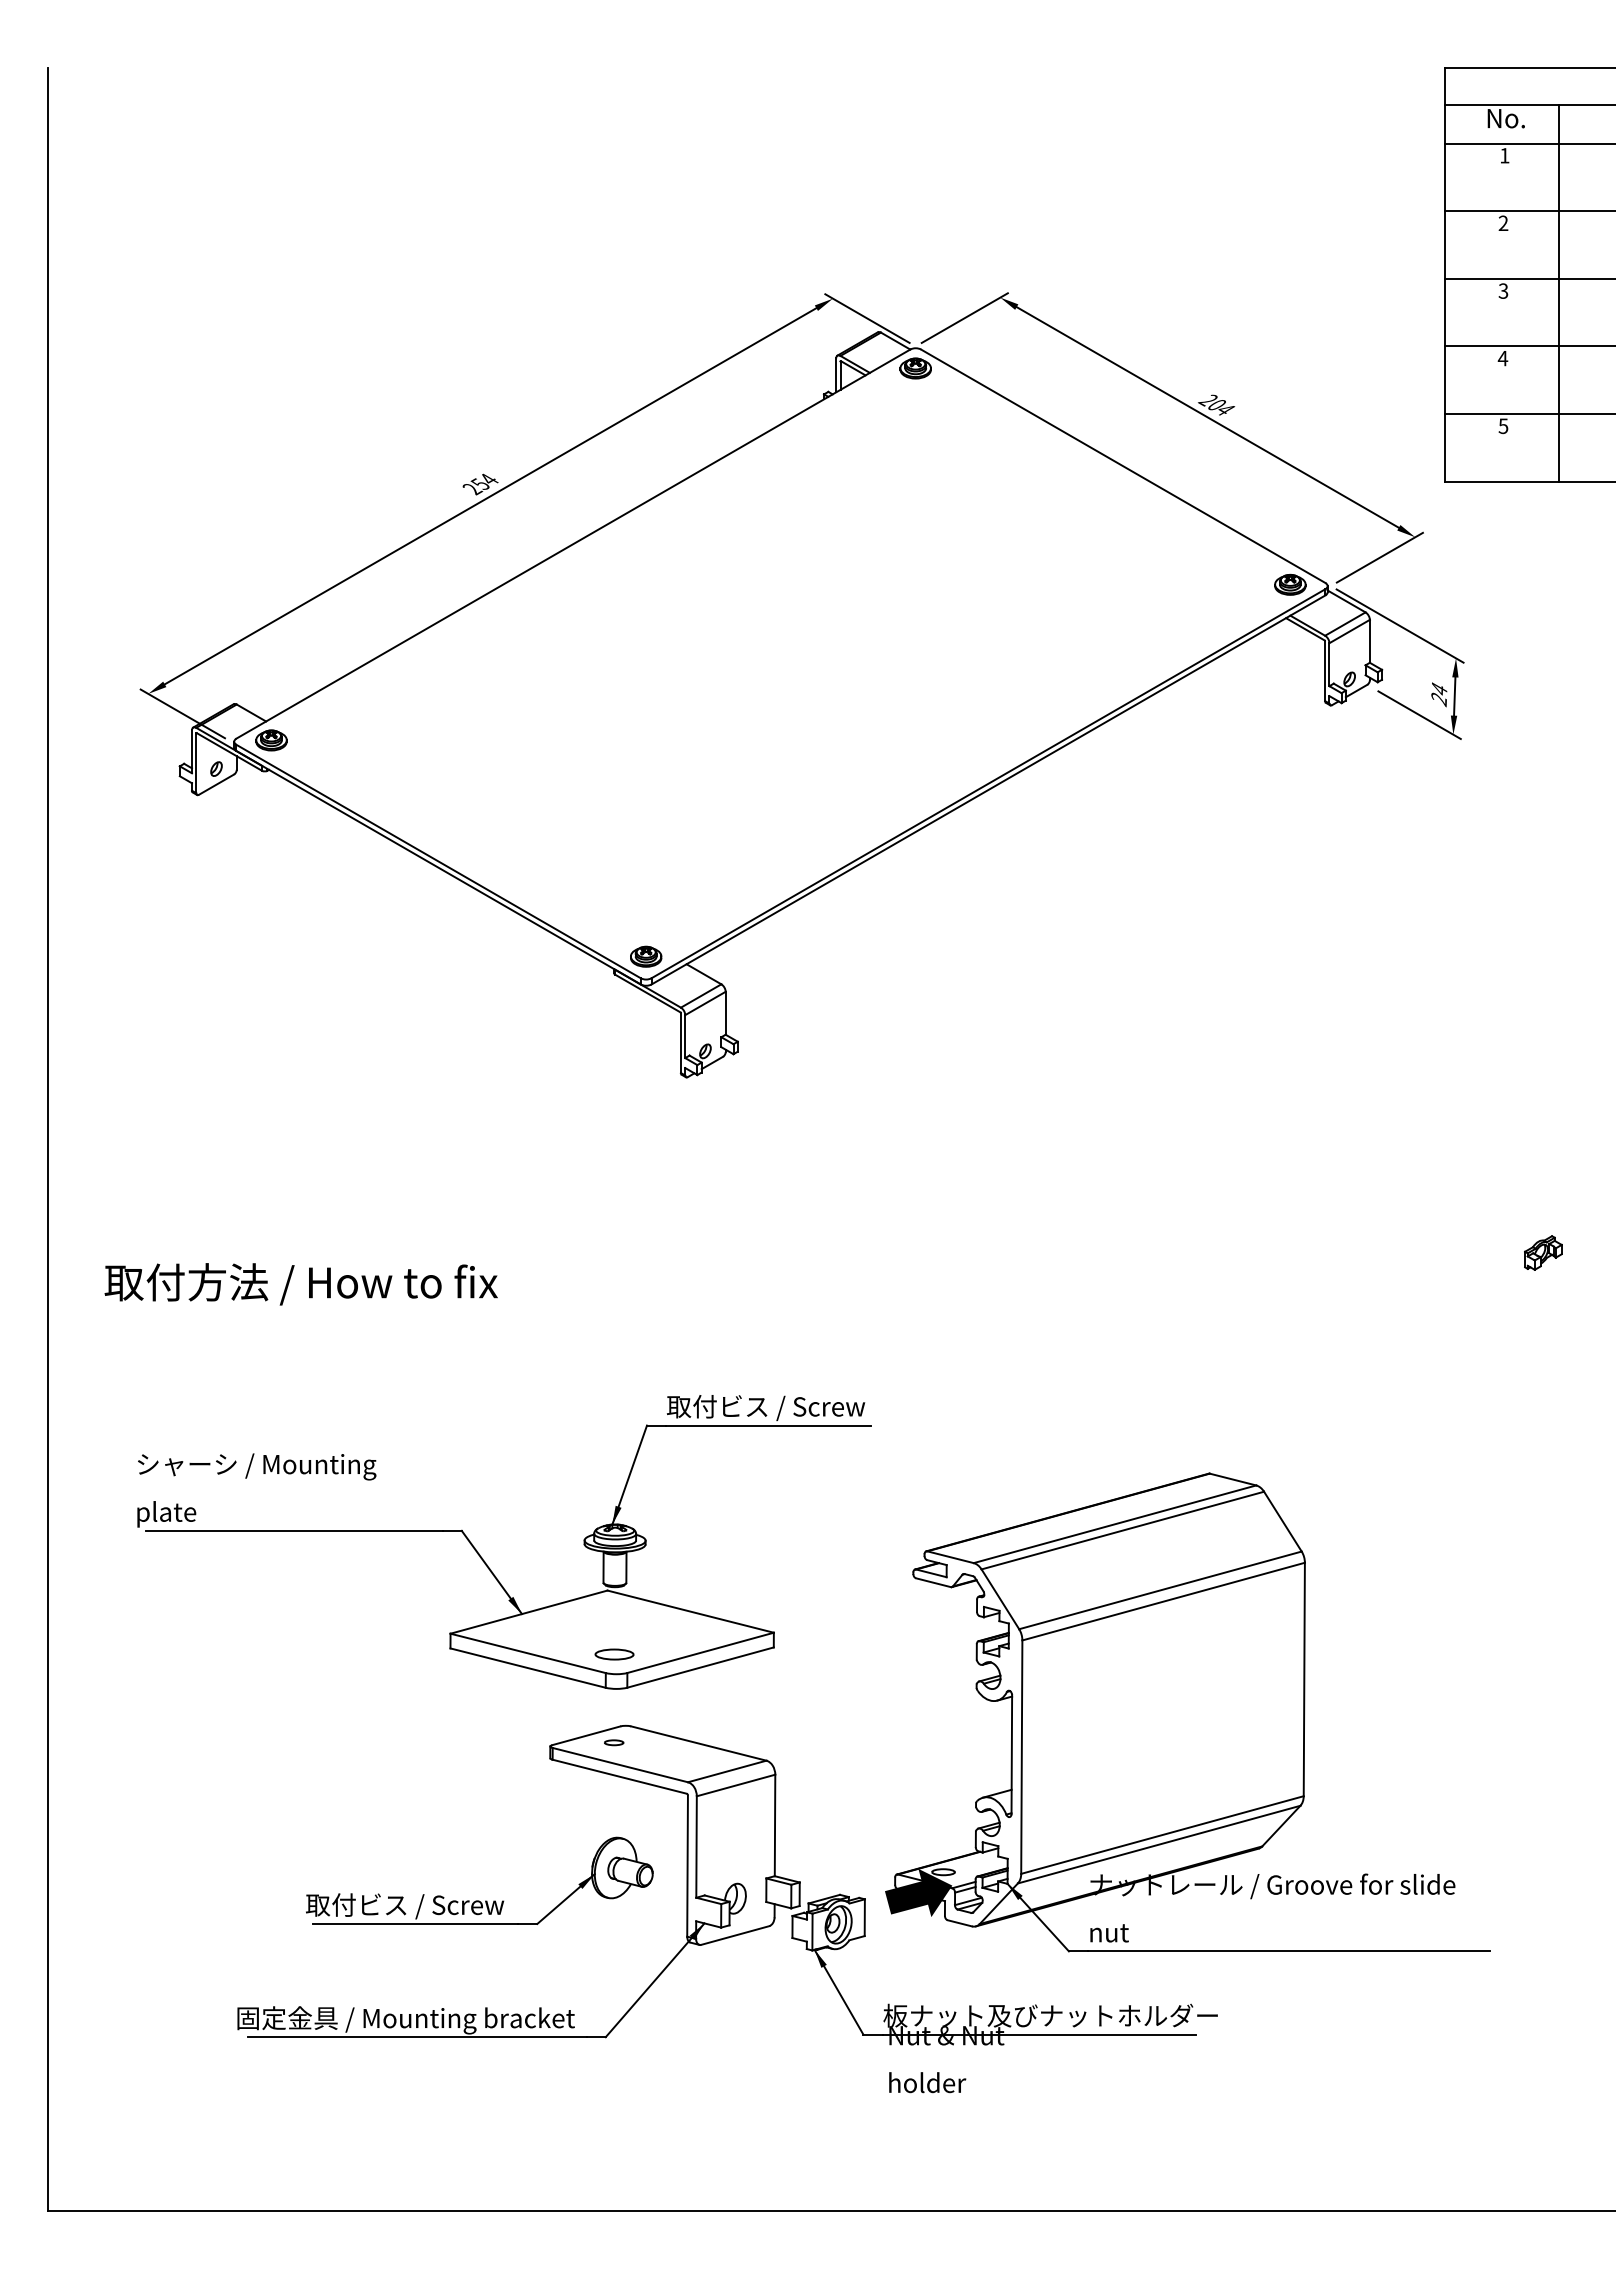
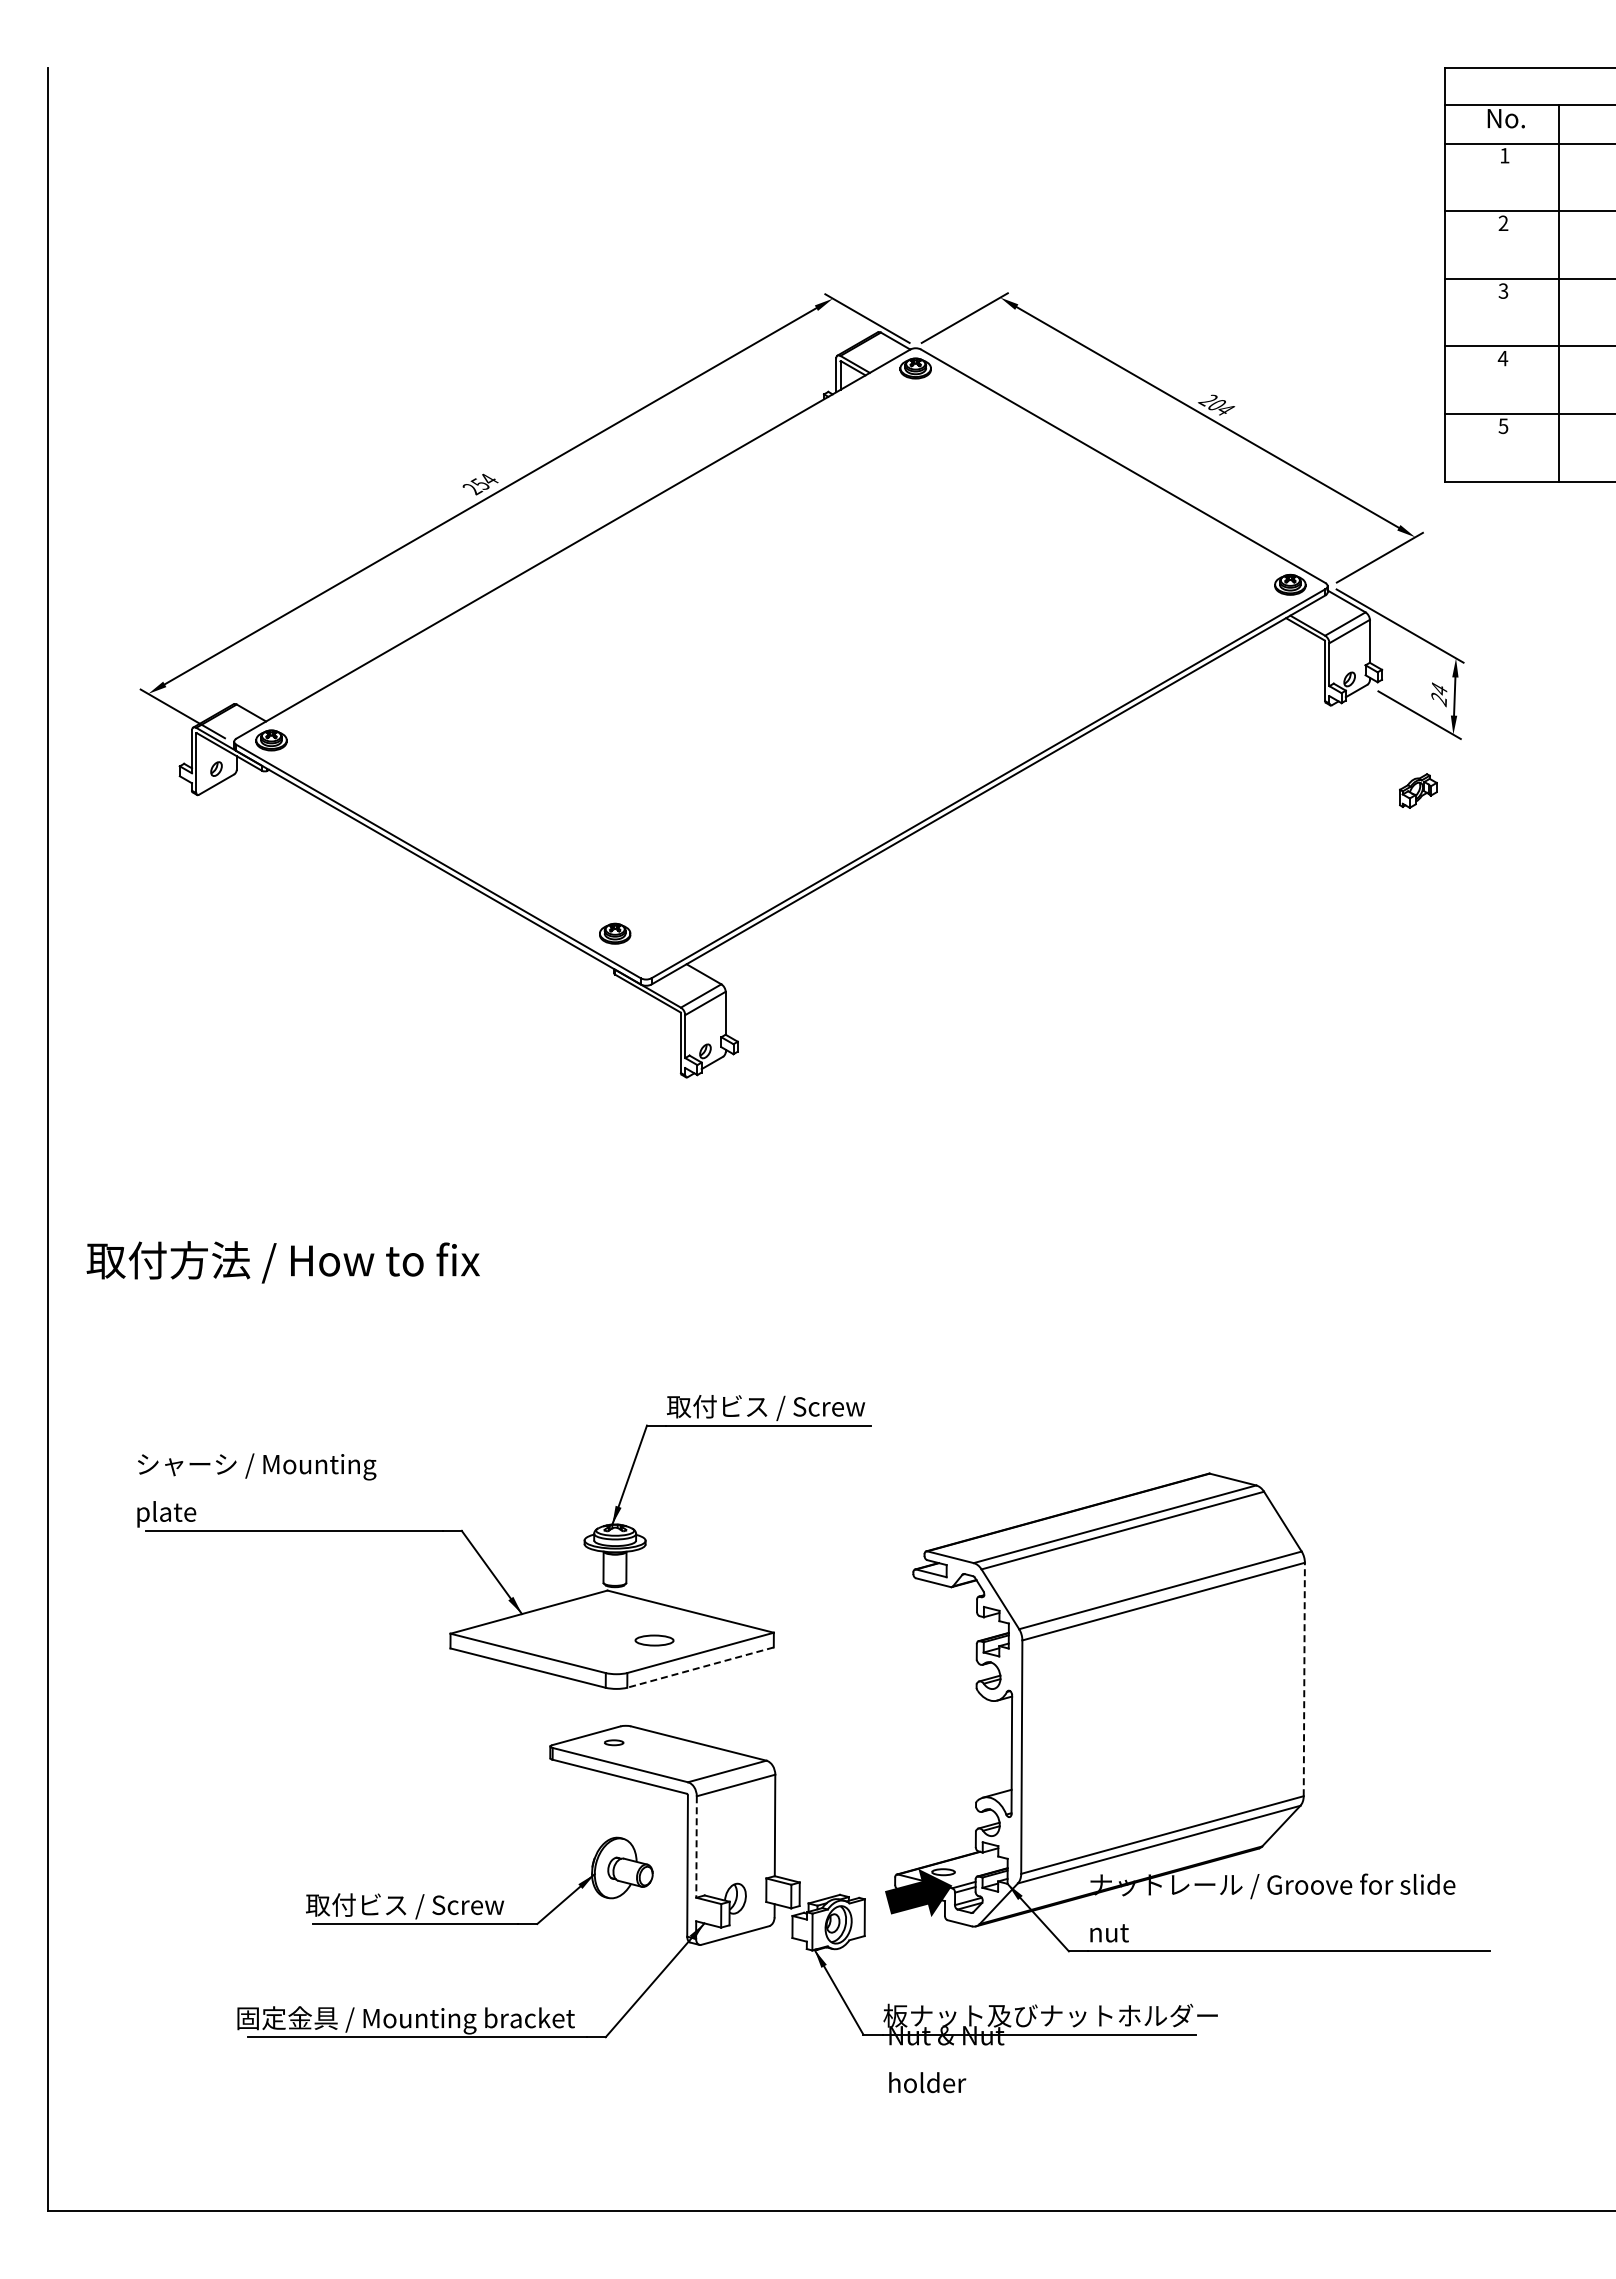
part at (646, 956) position: (646, 956) -> (615, 933)
part at (1543, 1252) position: (1543, 1252) -> (1418, 790)
text at (300, 1284) position: (300, 1284) -> (282, 1262)
part at (614, 1654) position: (614, 1654) -> (654, 1640)
line at (700, 1667): solid -> dashed
line at (1304, 1679): solid -> dashed
line at (696, 1847): solid -> dashed
